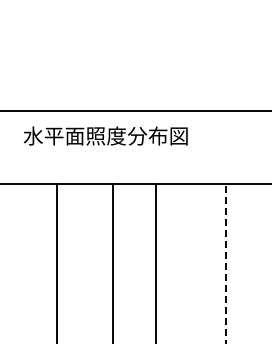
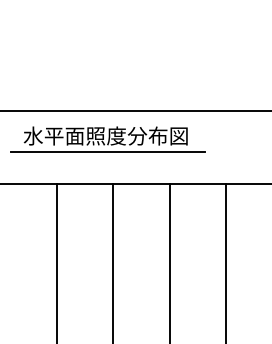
line at (107, 151): none -> present
line at (155, 261) position: (155, 261) -> (169, 261)
line at (226, 263): dashed -> solid
